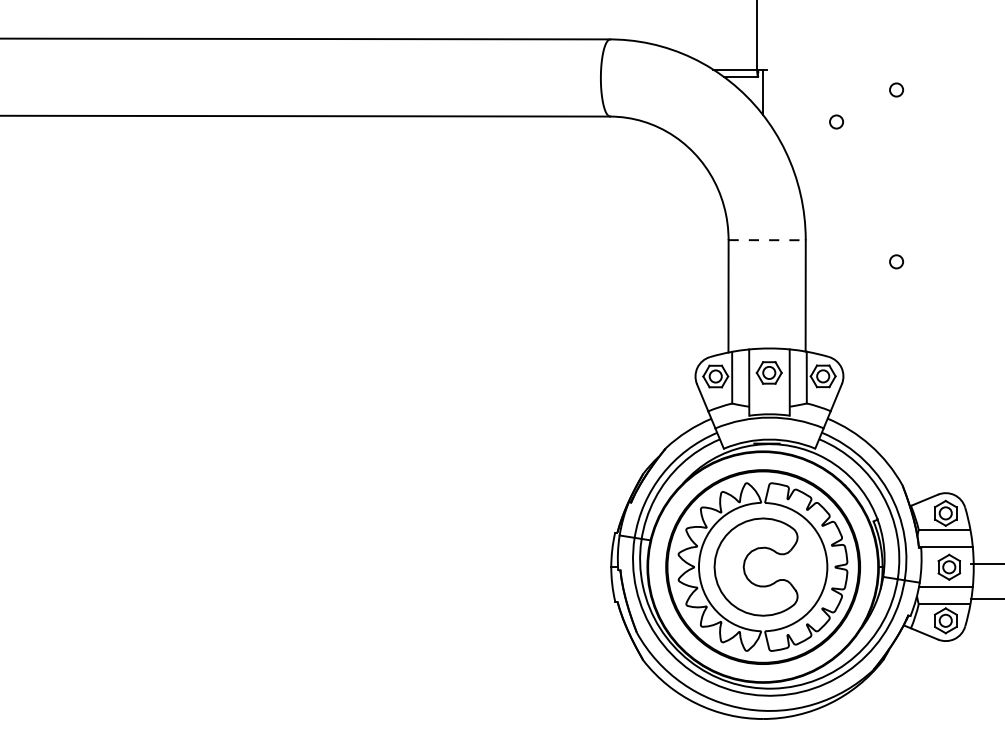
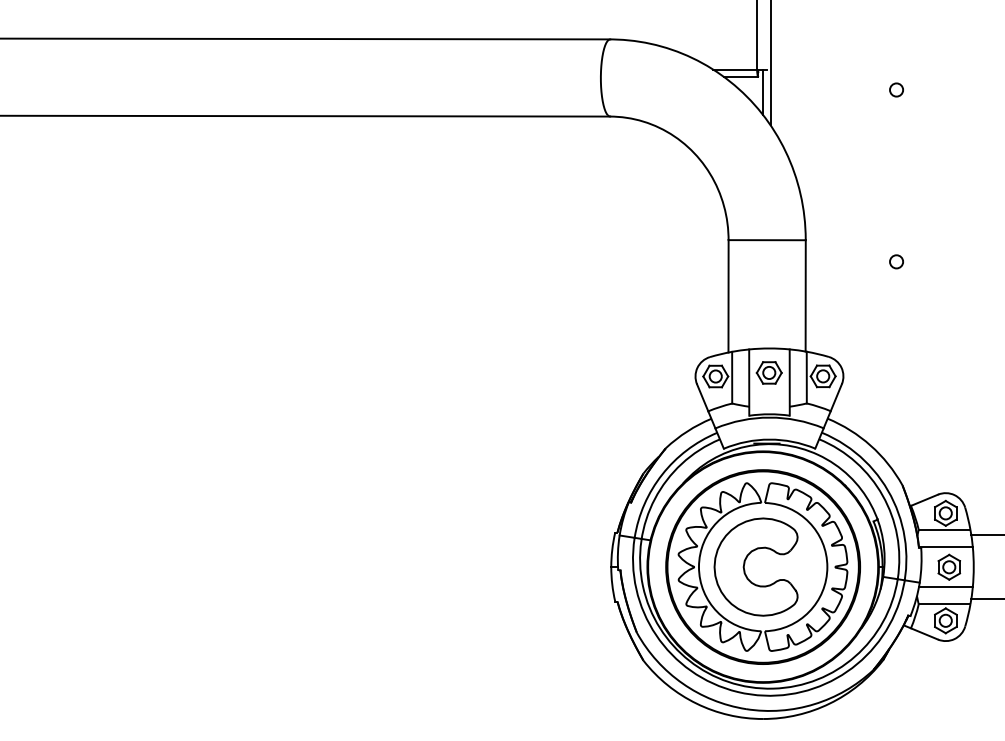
line at (770, 63): none -> present
circle at (836, 121): present -> none
line at (767, 240): dashed -> solid
line at (986, 563) position: (986, 563) -> (986, 534)
